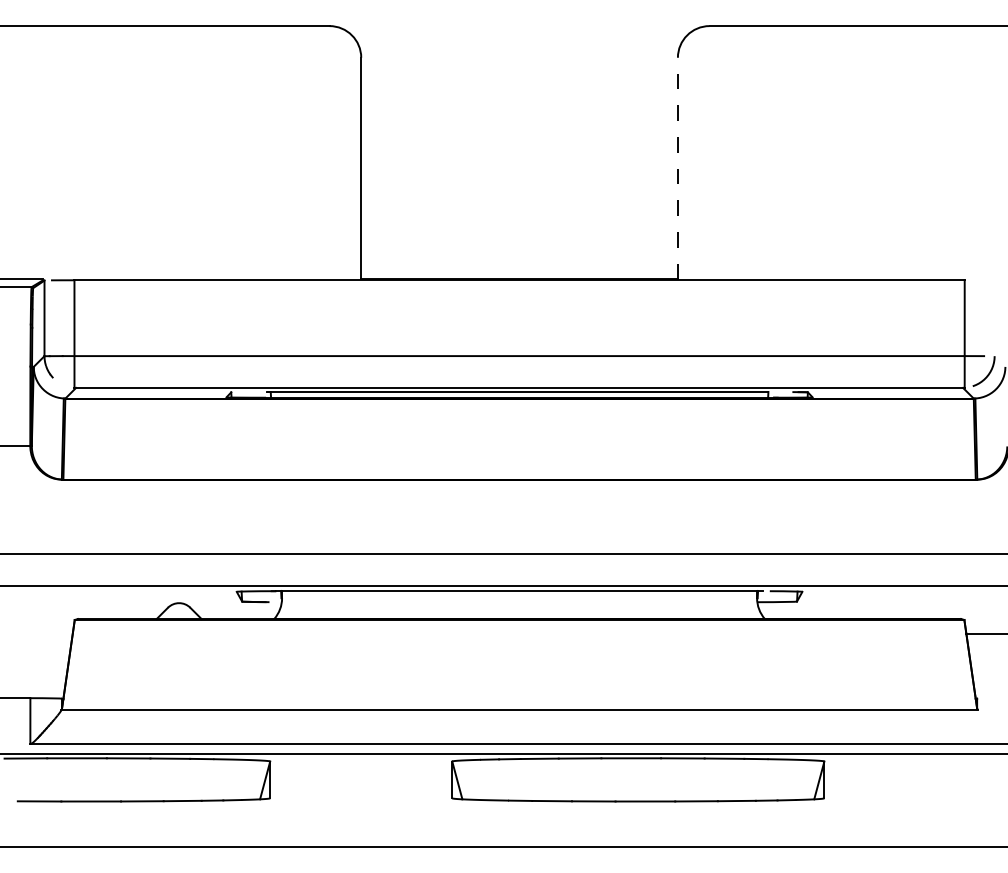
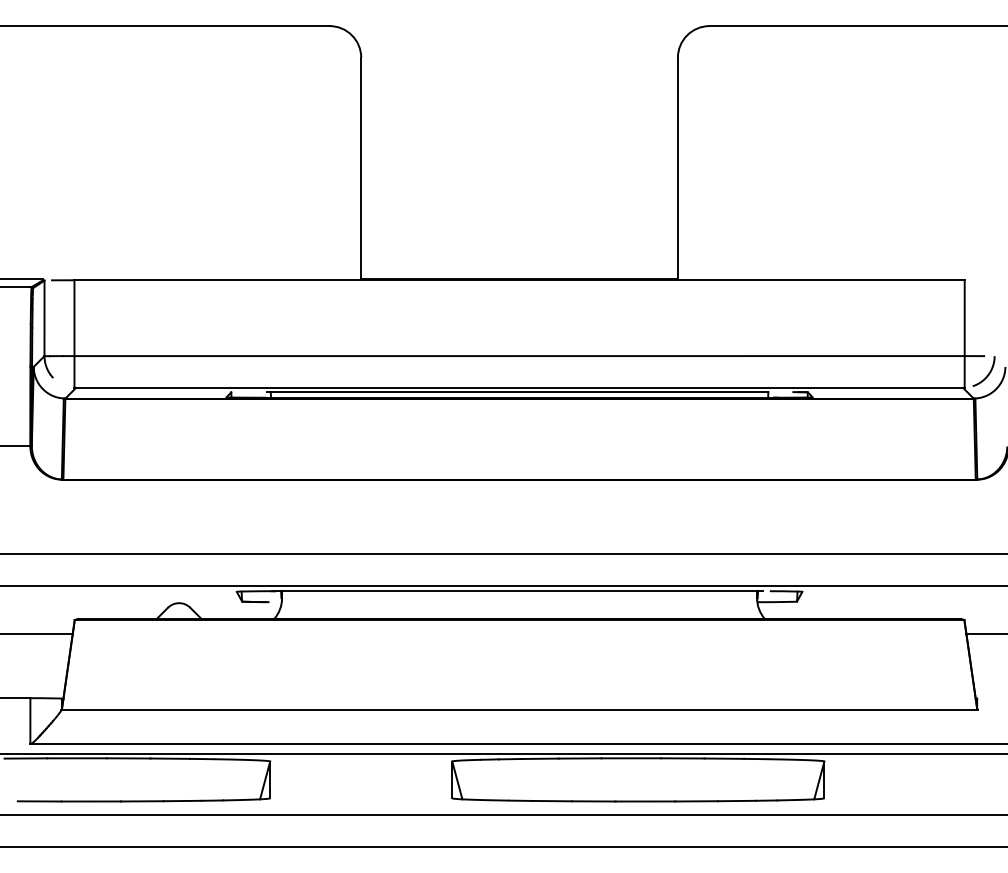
line at (677, 168): dashed -> solid
line at (37, 633): none -> present
line at (503, 815): none -> present
